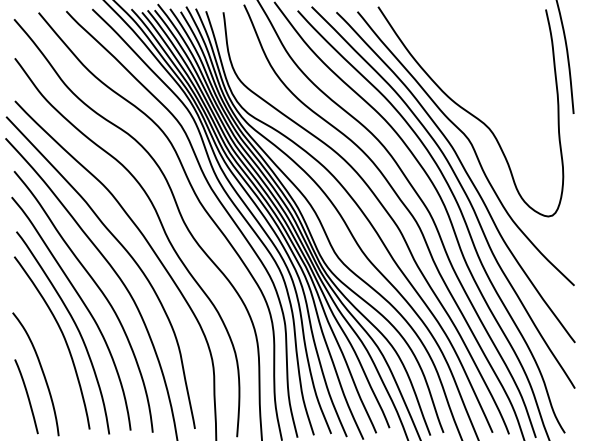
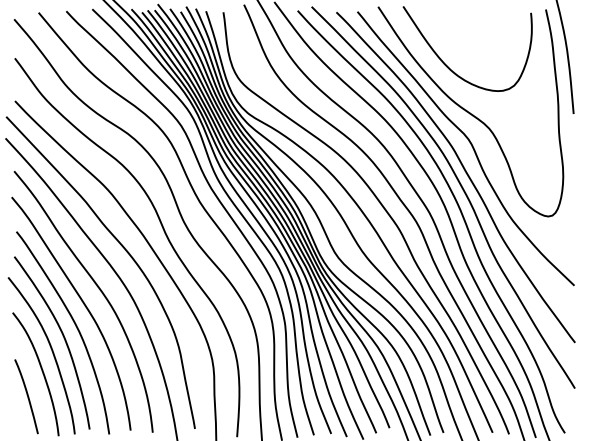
curve at (448, 66): none -> present
curve at (51, 351): none -> present
